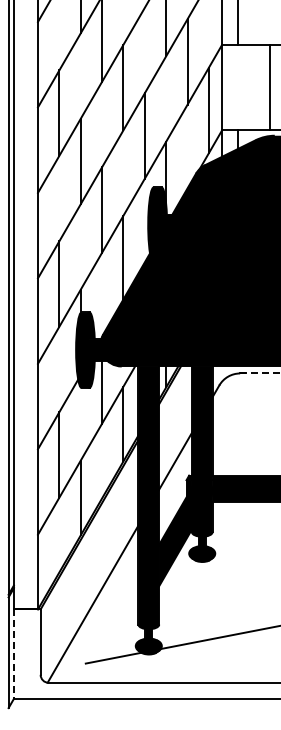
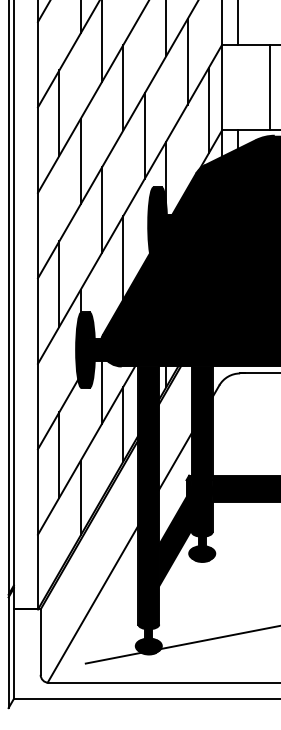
line at (260, 373): dashed -> solid
line at (13, 654): dashed -> solid
